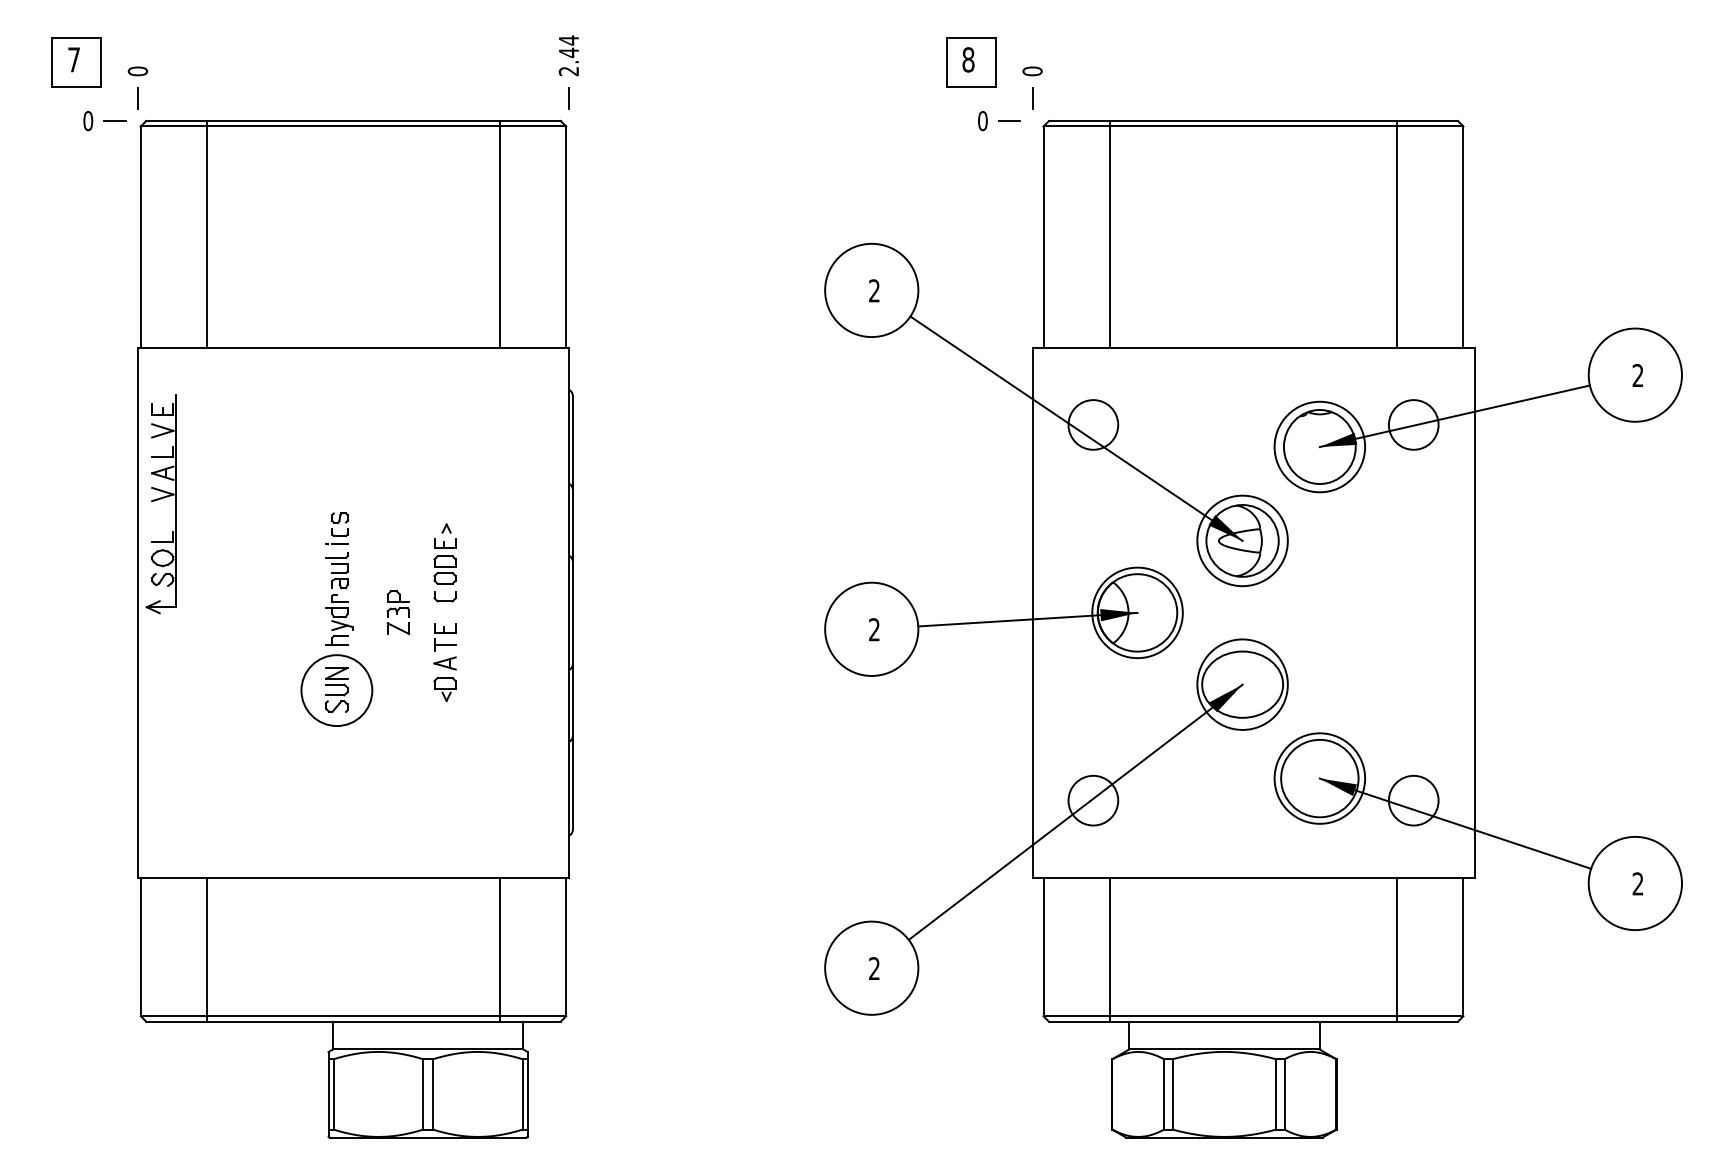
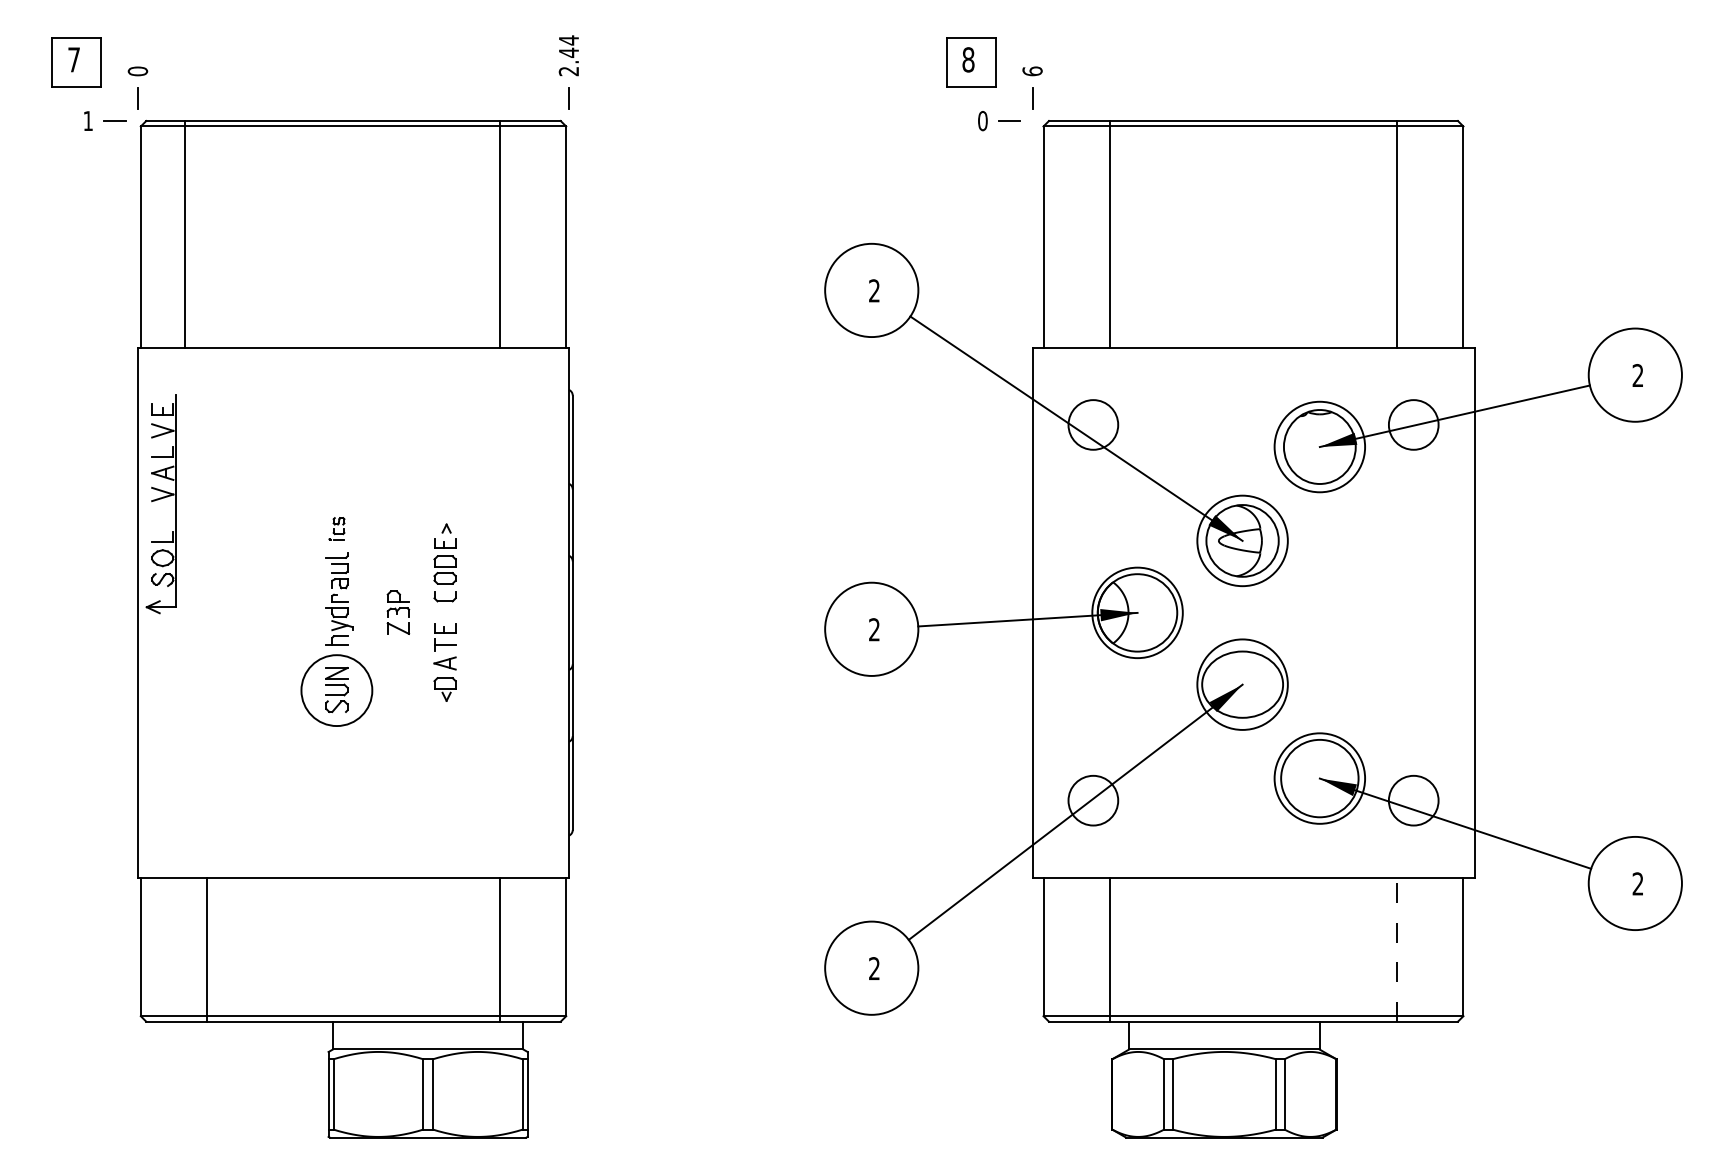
text at (1032, 71): 0 -> 6
text at (88, 120): 0 -> 1
line at (207, 234) position: (207, 234) -> (185, 234)
part at (336, 528) size: 24x34 px -> 18x24 px
line at (1397, 949): solid -> dashed
